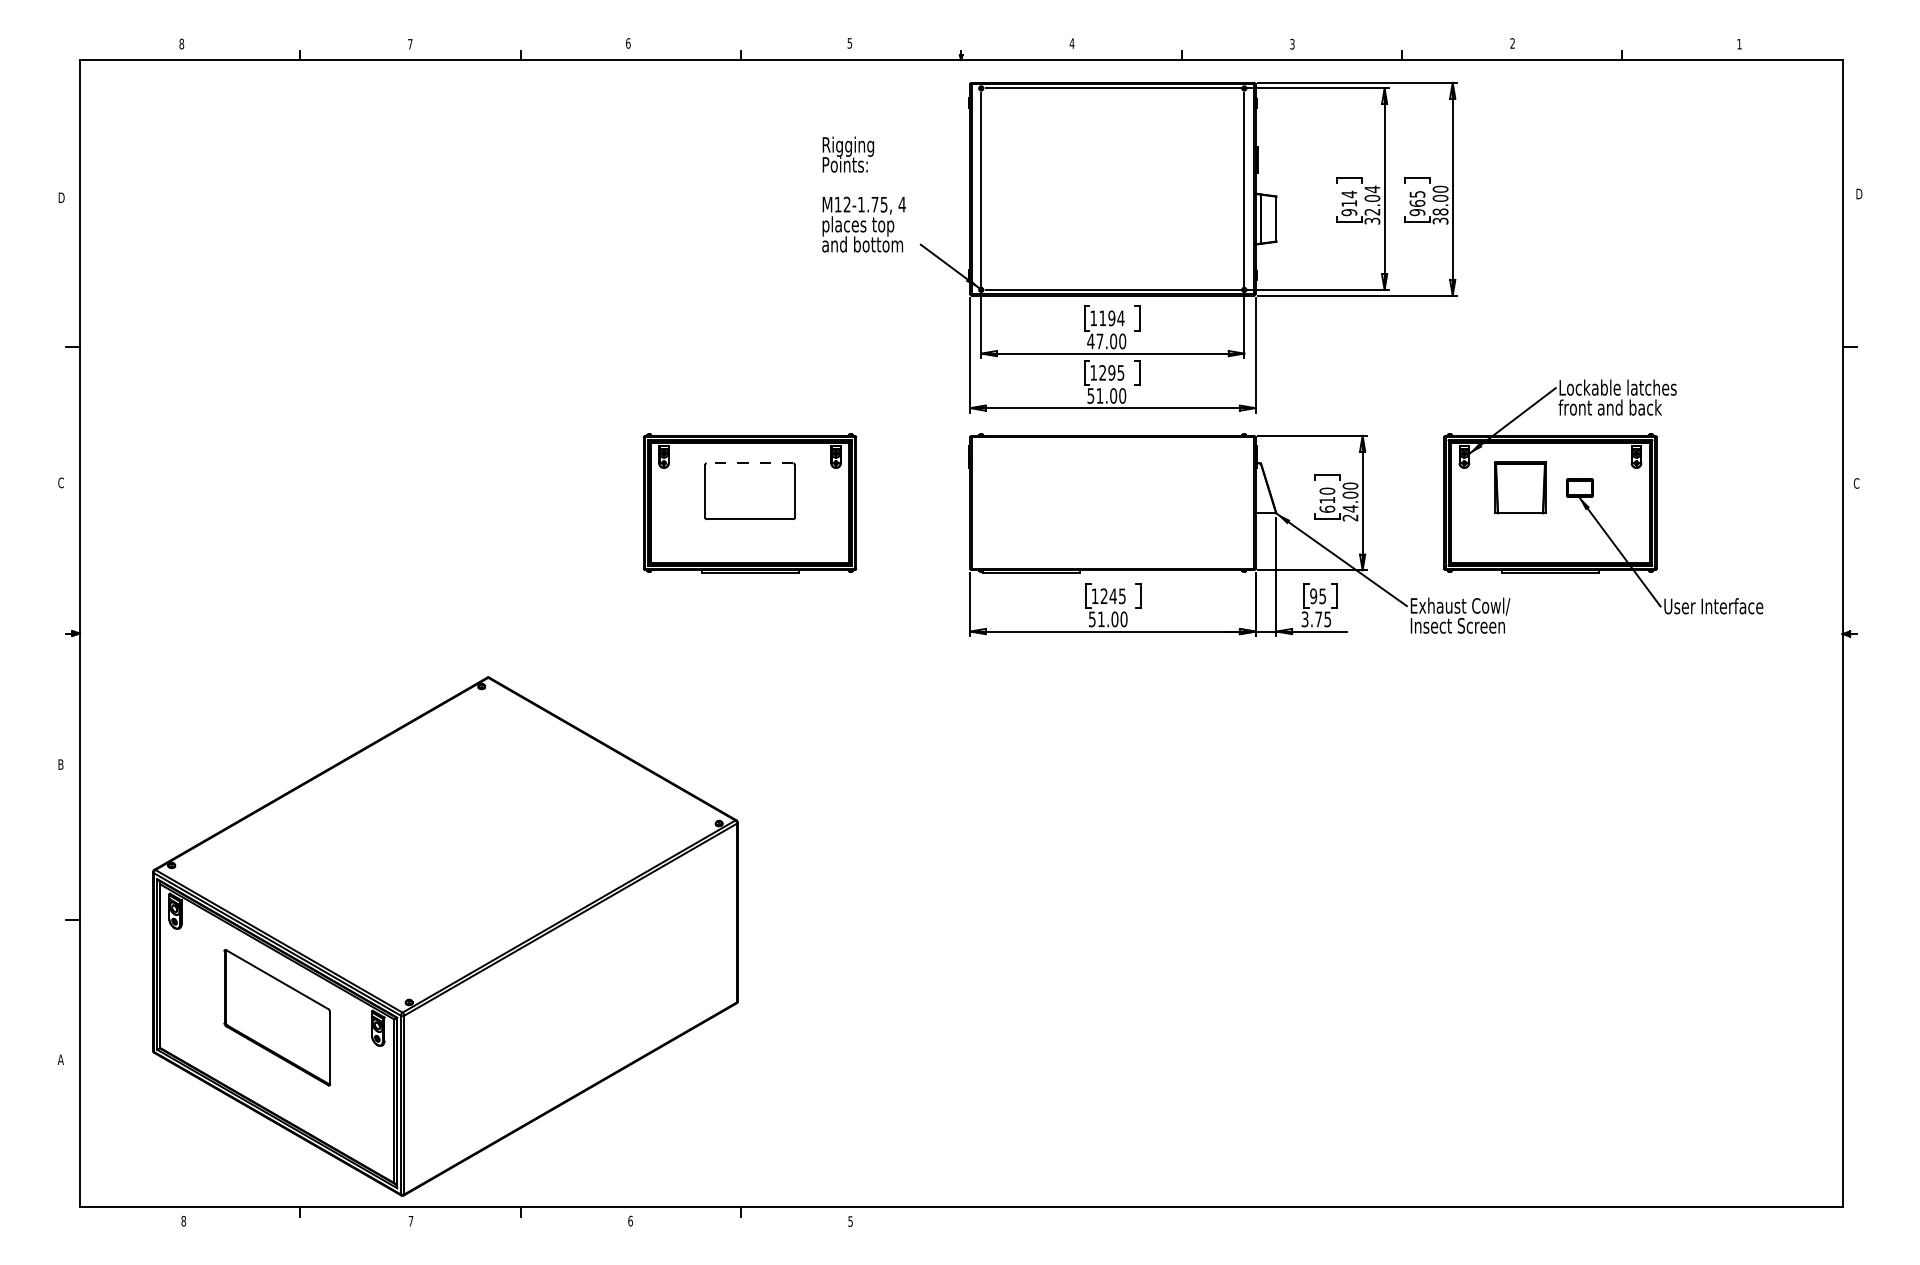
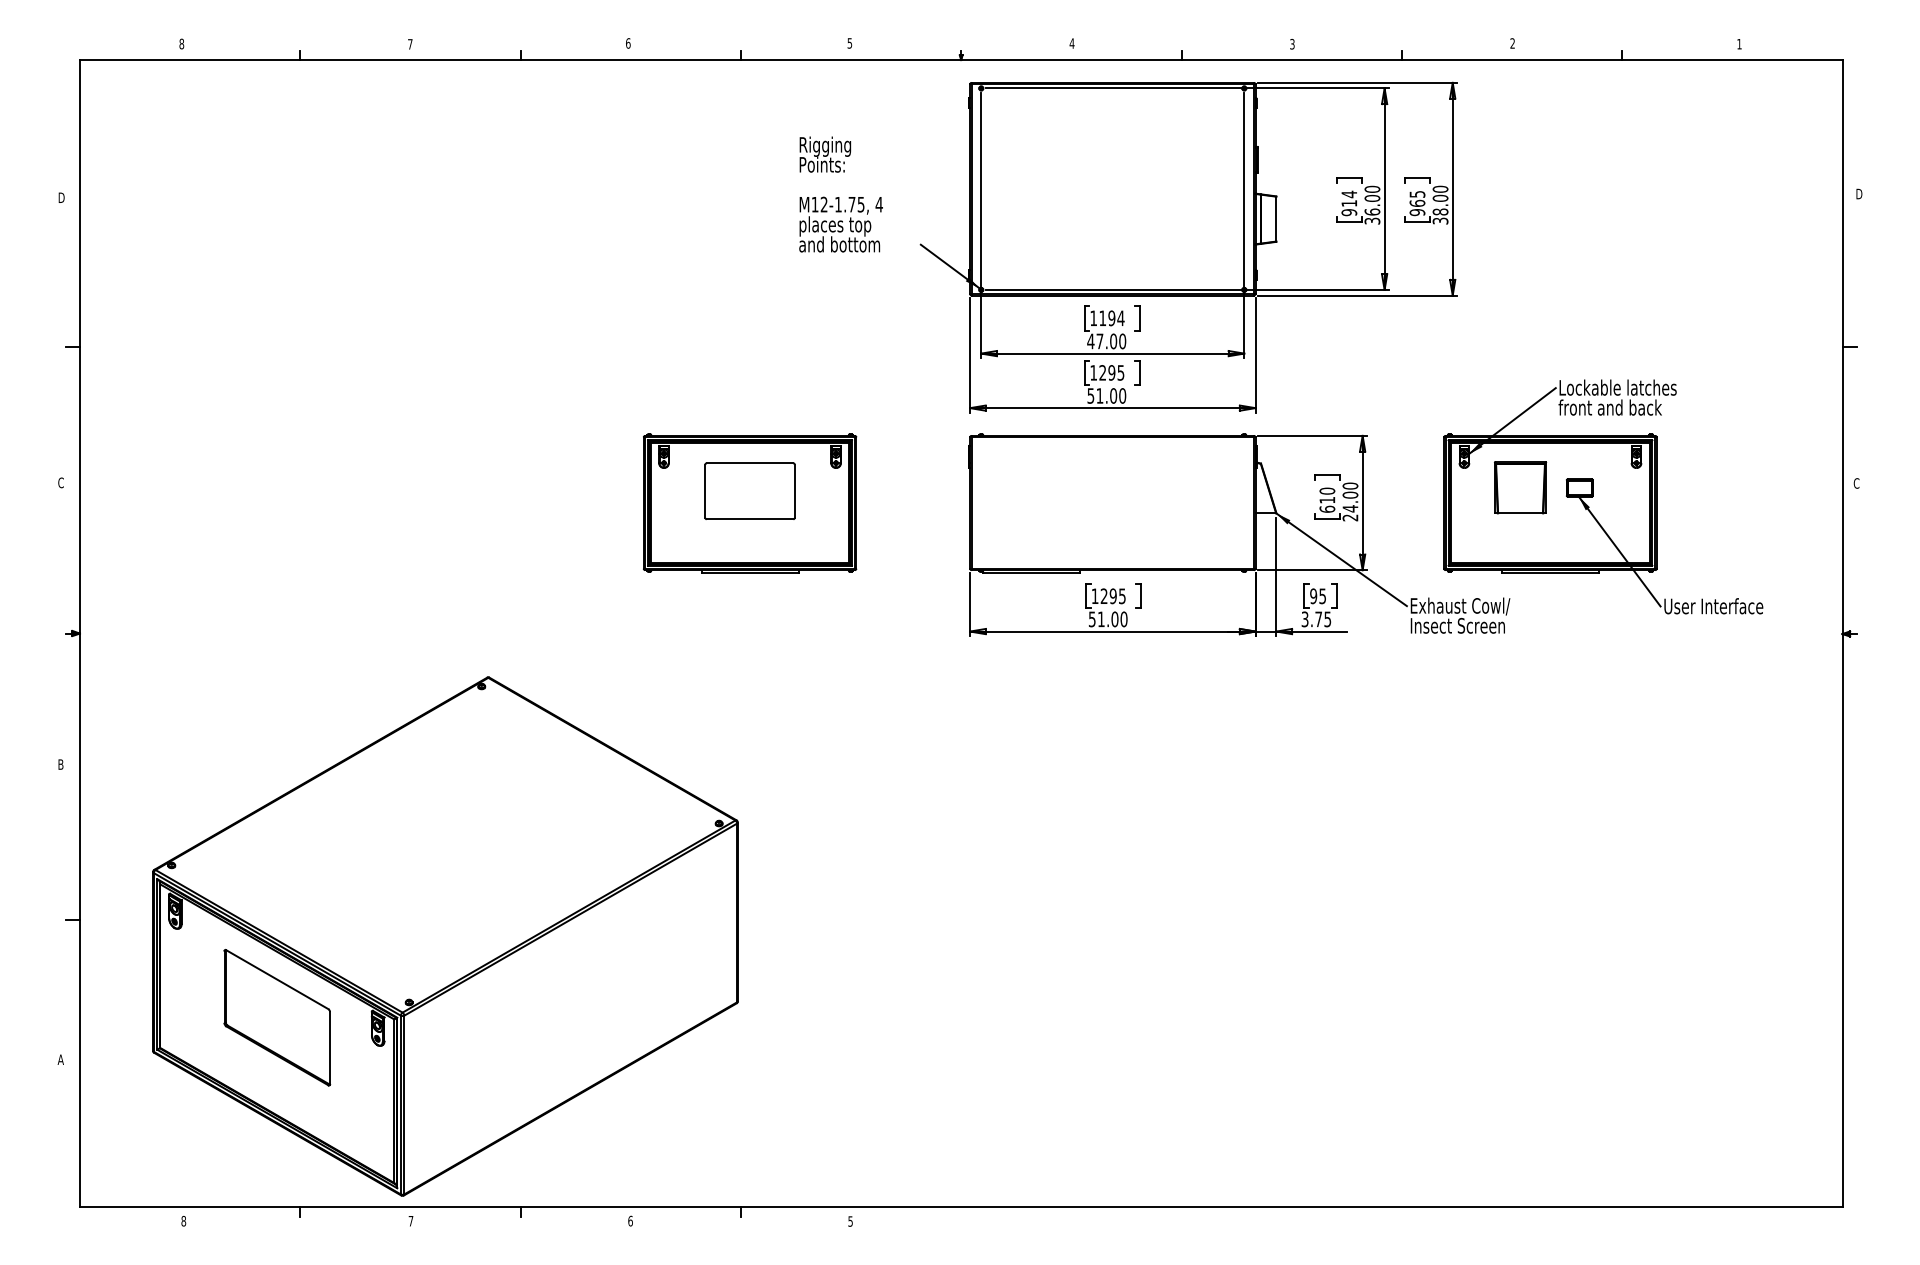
text at (863, 194) position: (863, 194) -> (840, 194)
text at (1372, 200): 32.04 -> 36.00
line at (749, 463): dashed -> solid
text at (1112, 596): 1245 -> 1295
